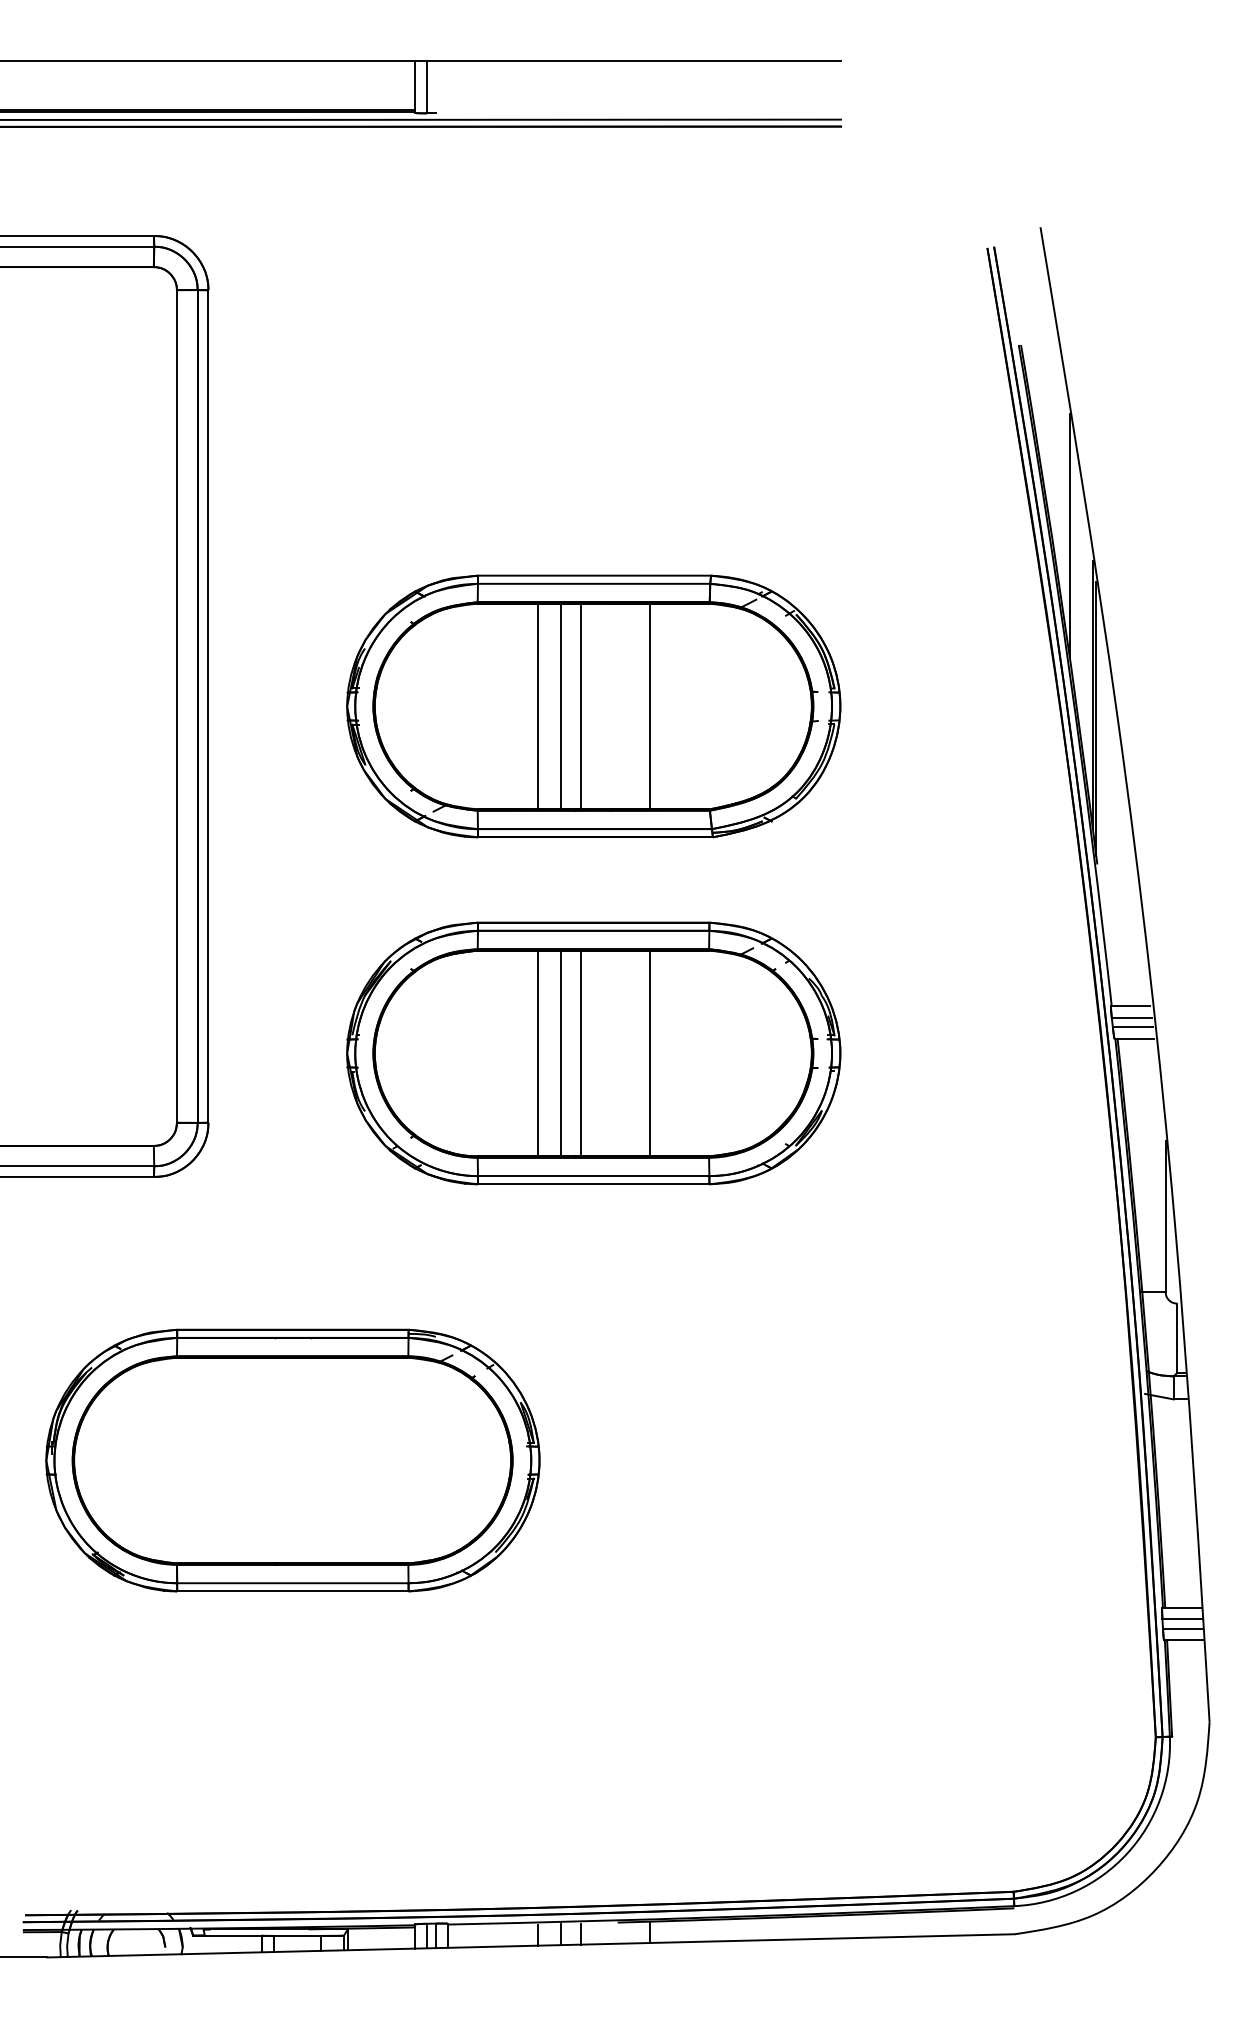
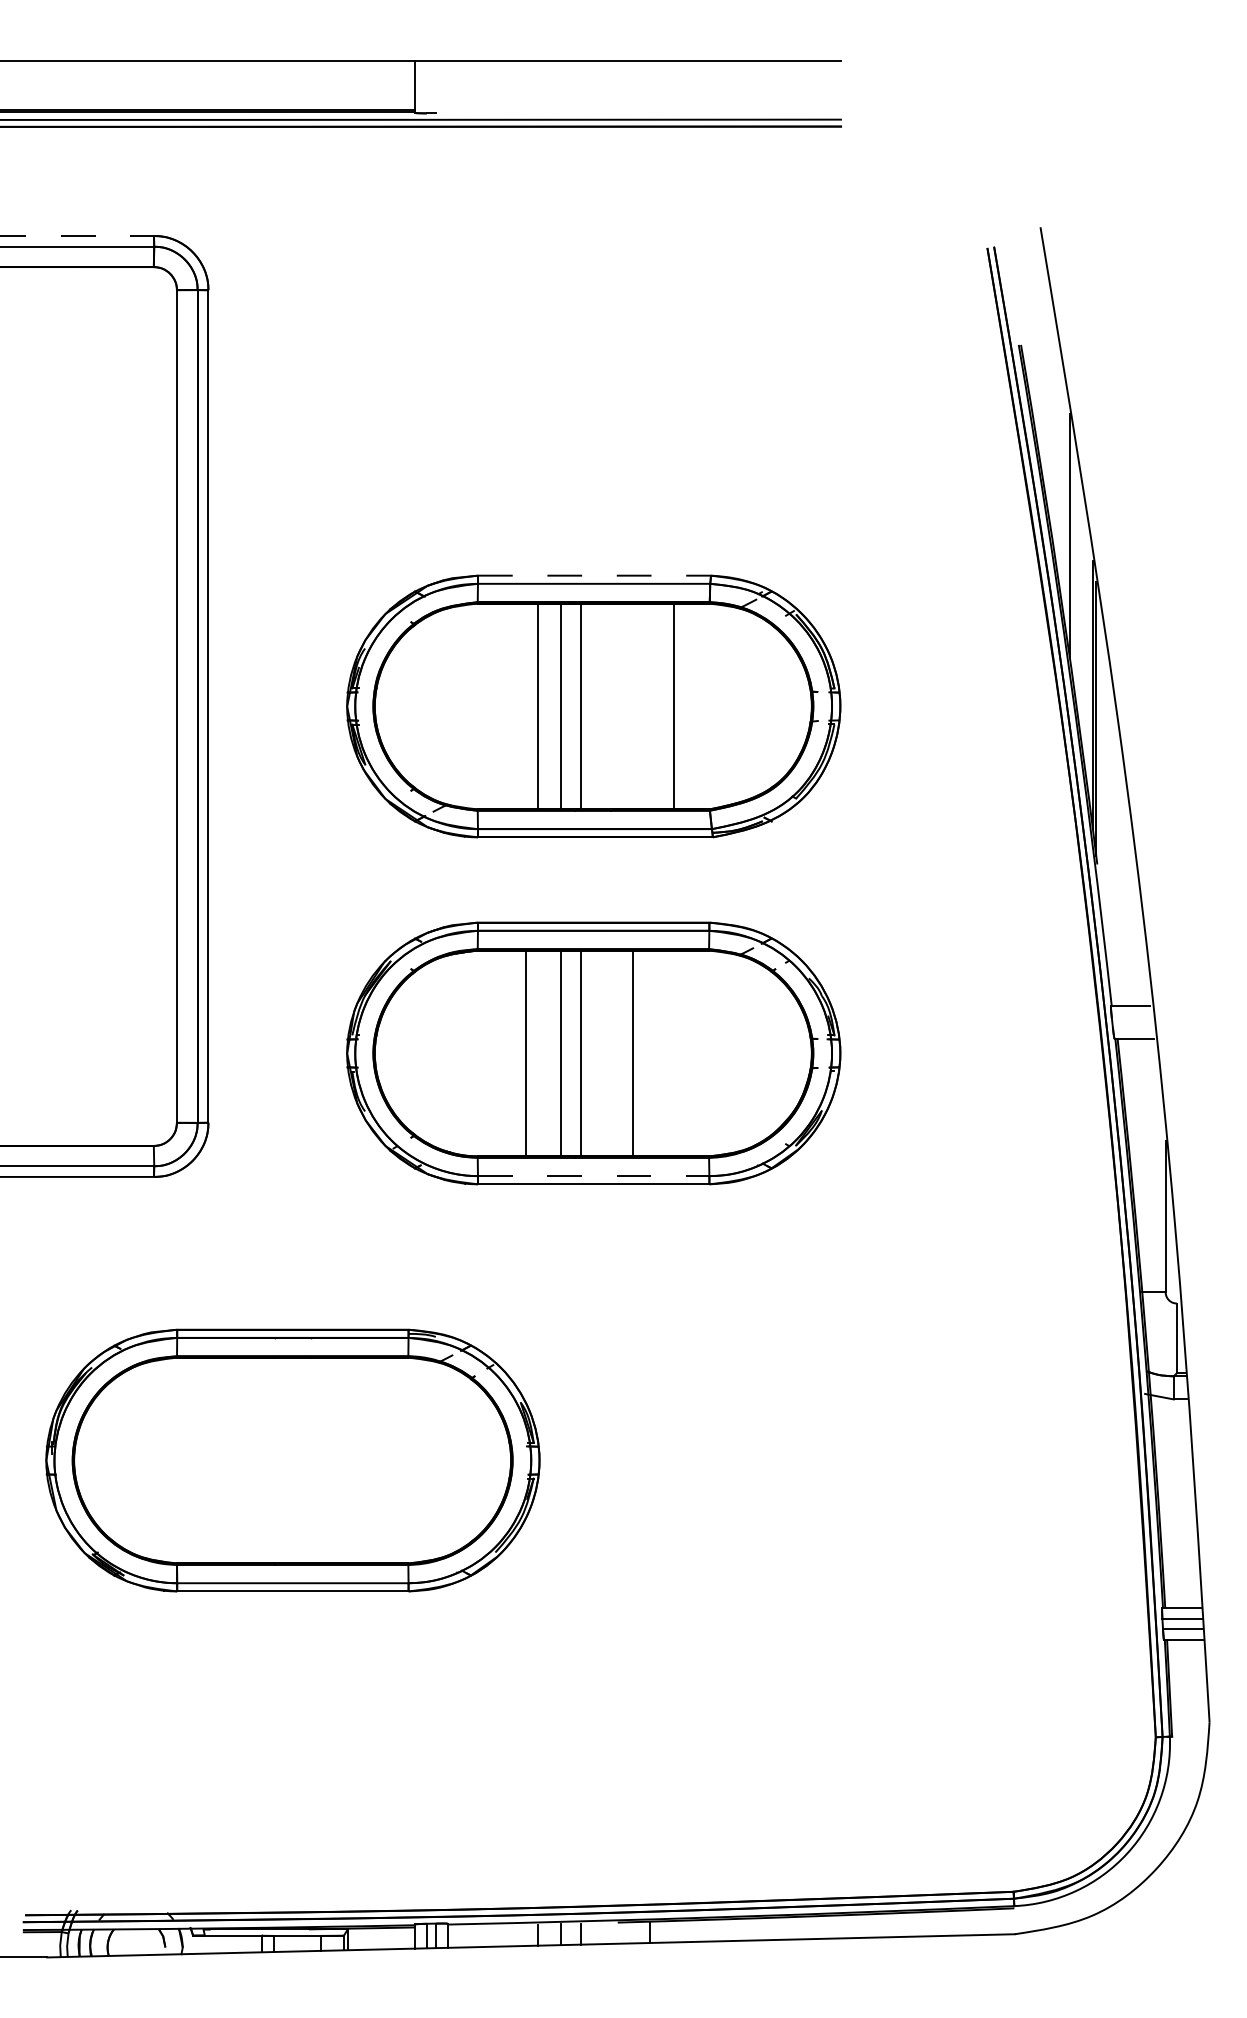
line at (426, 86): present -> none
line at (77, 236): solid -> dashed
line at (594, 575): solid -> dashed
line at (650, 706) position: (650, 706) -> (674, 706)
line at (1131, 1018): present -> none
line at (1132, 1027): present -> none
line at (538, 1053) position: (538, 1053) -> (526, 1053)
line at (650, 1053) position: (650, 1053) -> (633, 1053)
line at (593, 1176): solid -> dashed
